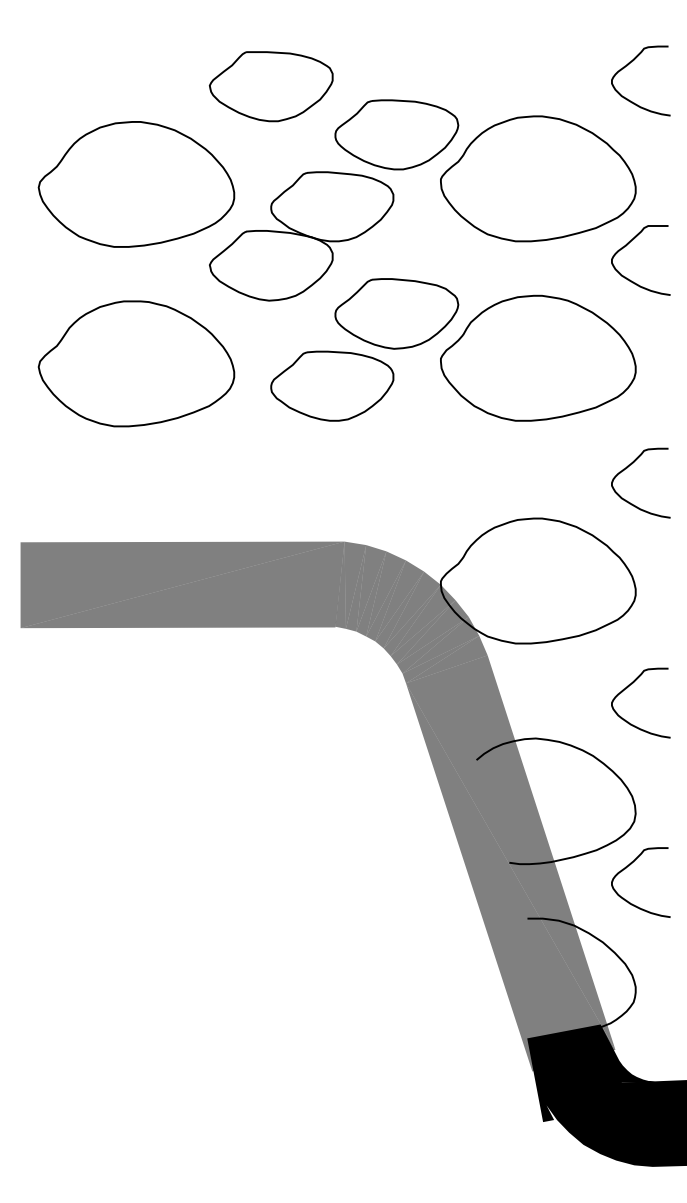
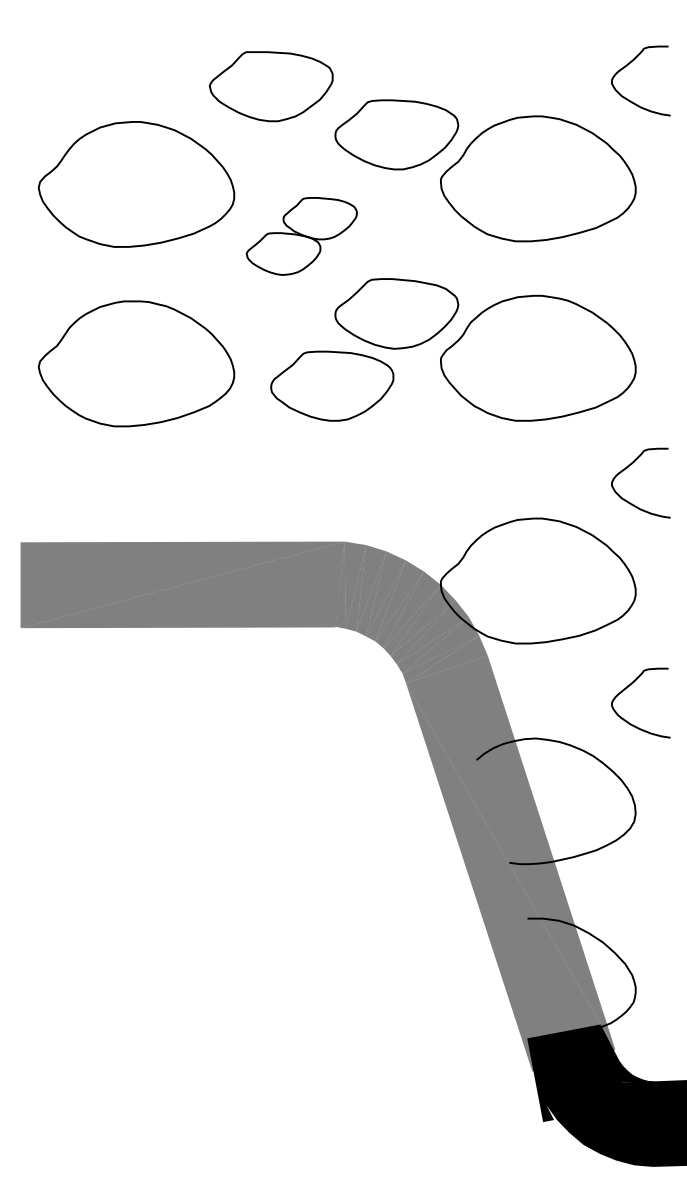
part at (301, 236) size: 186x131 px -> 113x79 px
curve at (626, 246): present -> none
curve at (630, 865): present -> none
